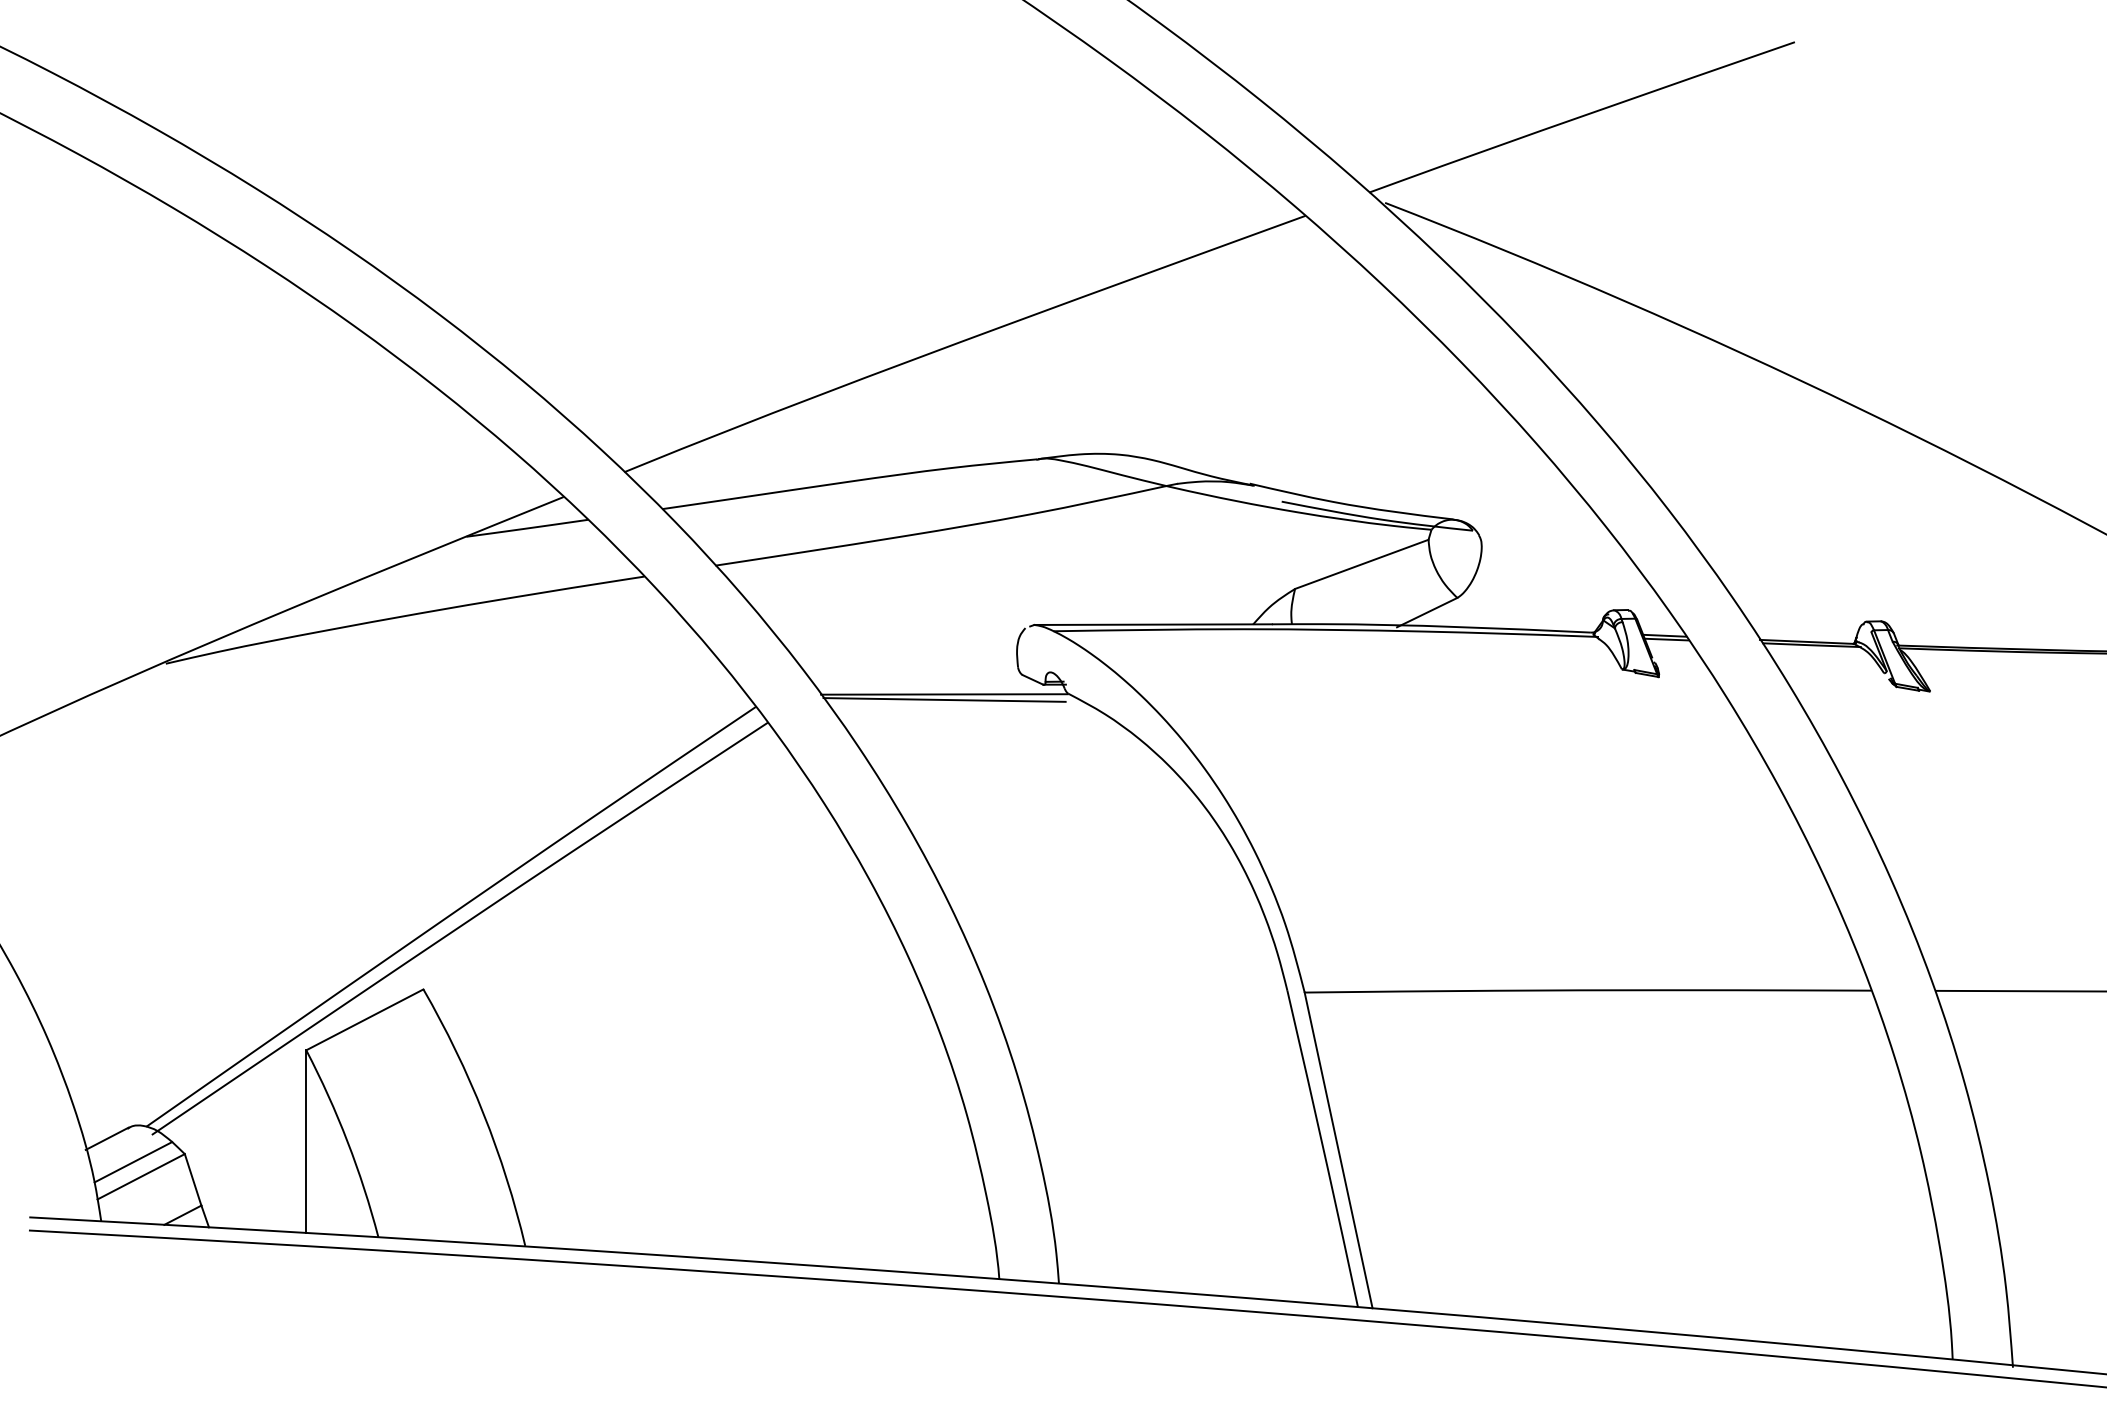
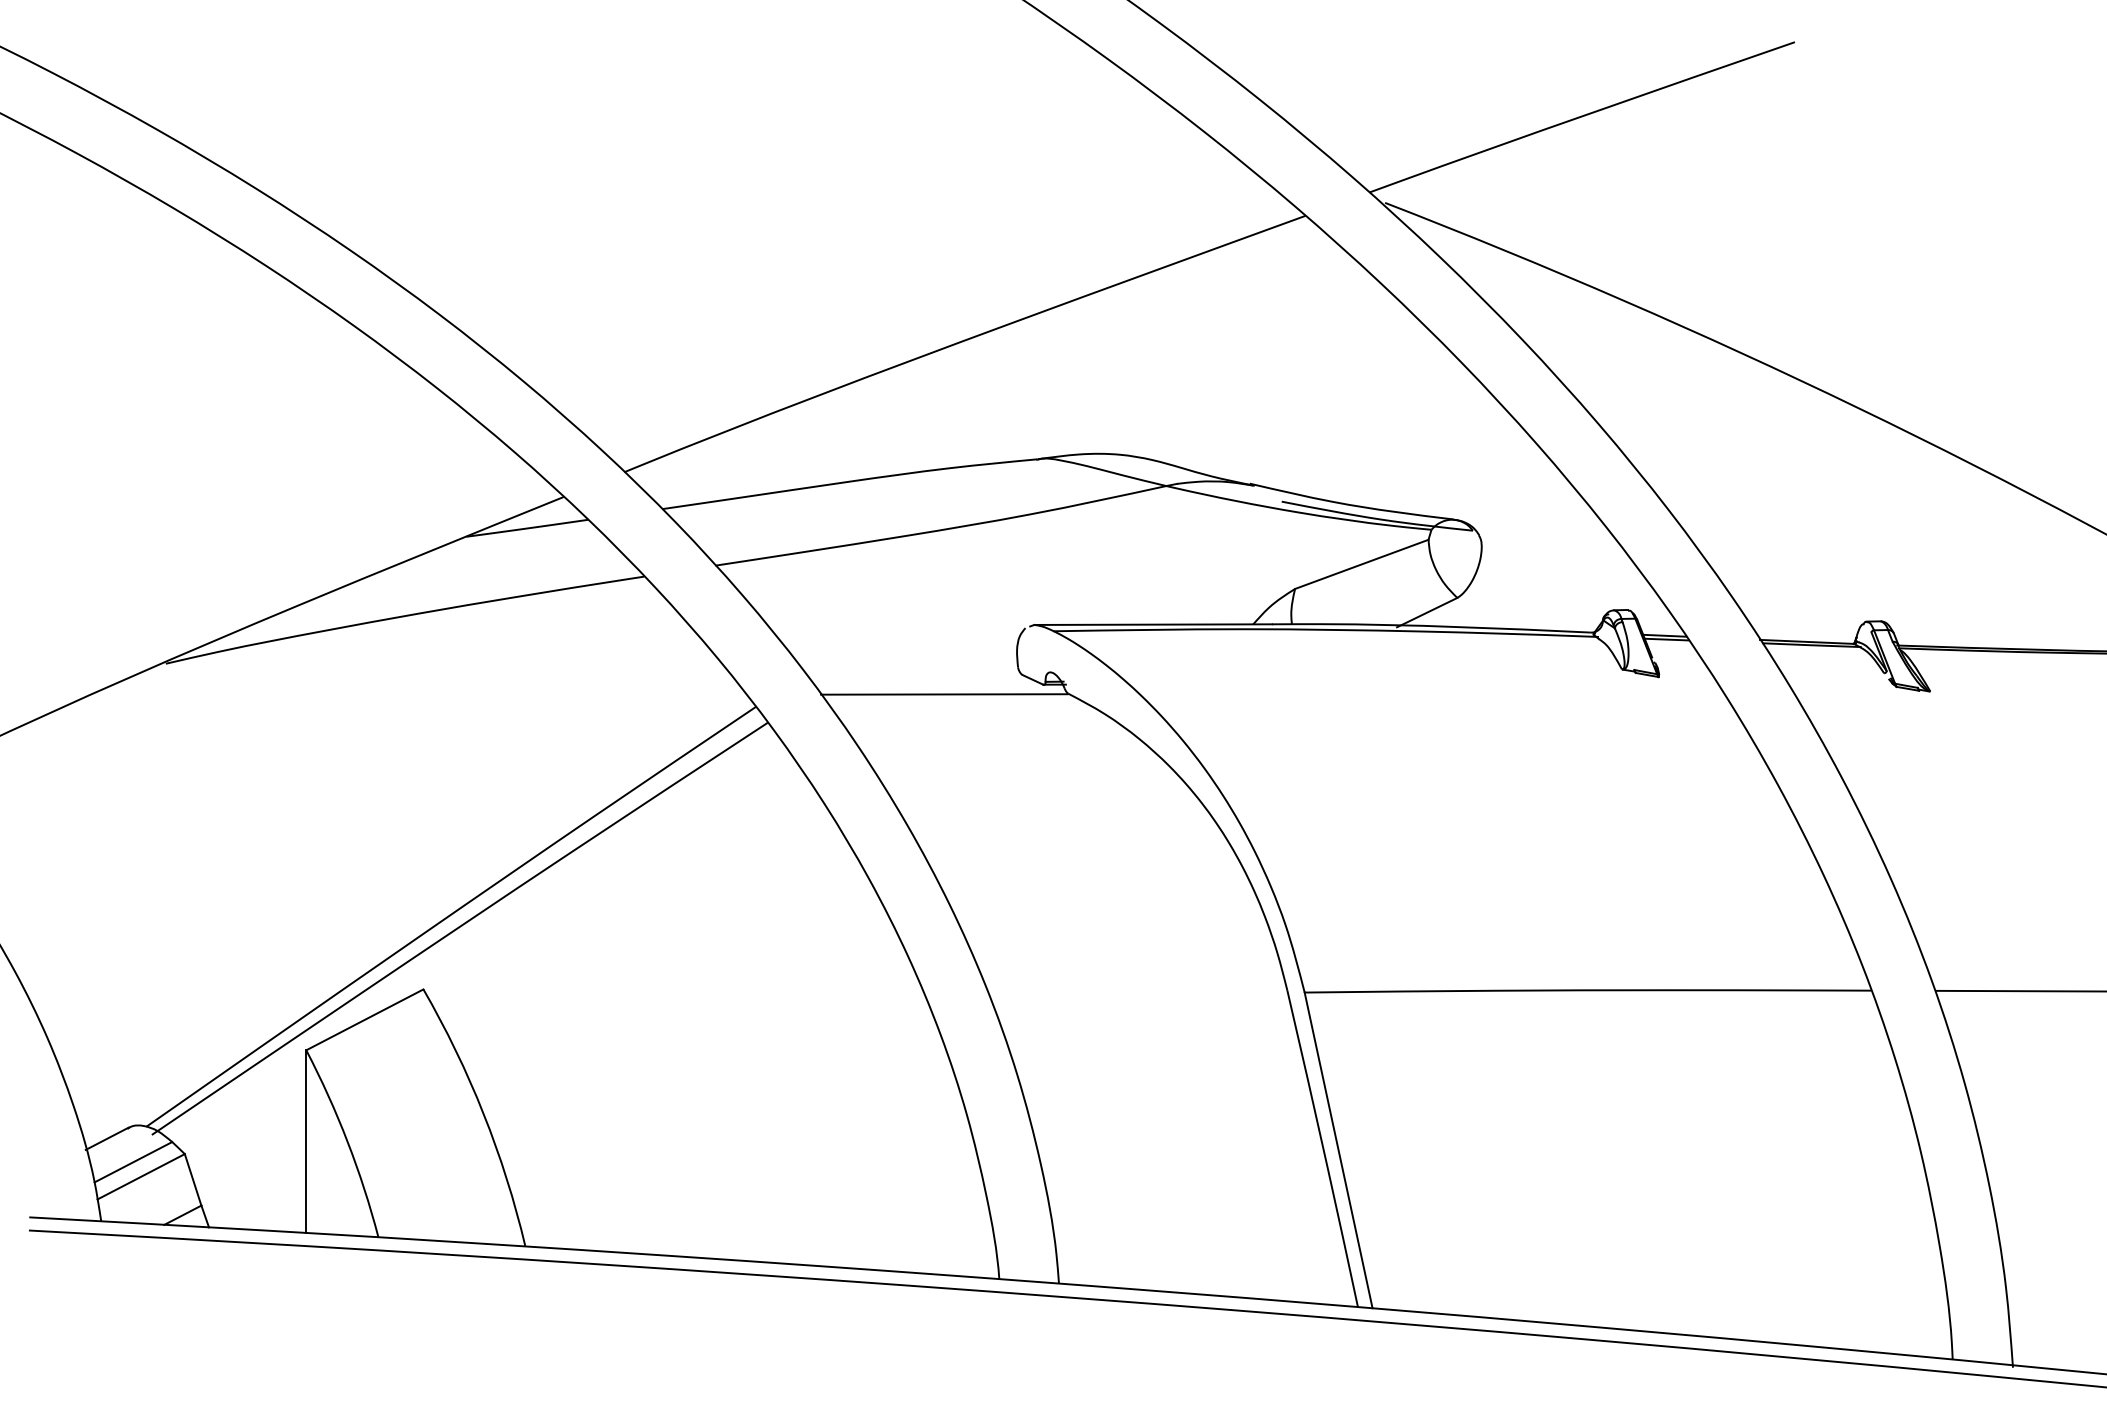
line at (944, 699): present -> none
